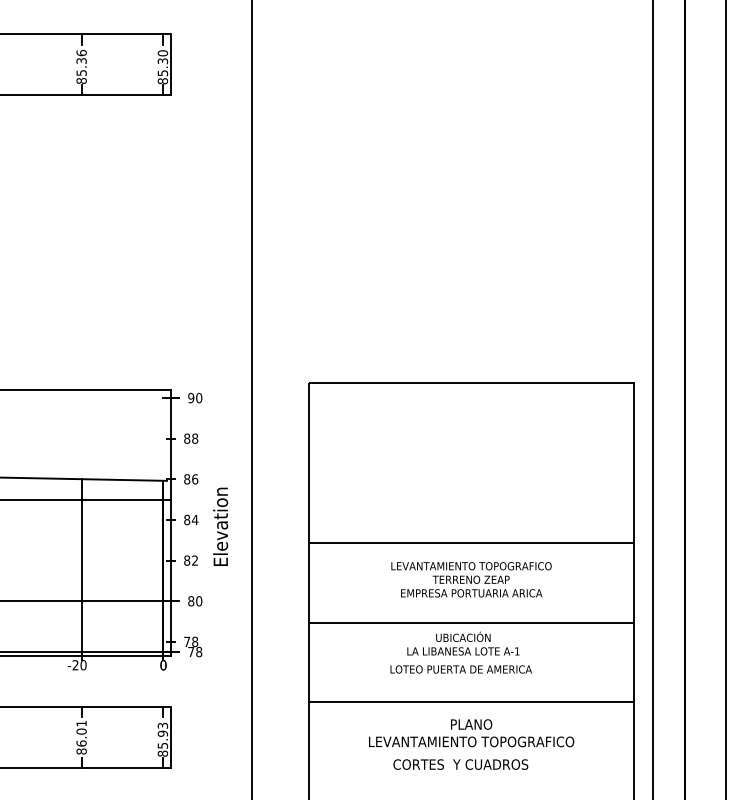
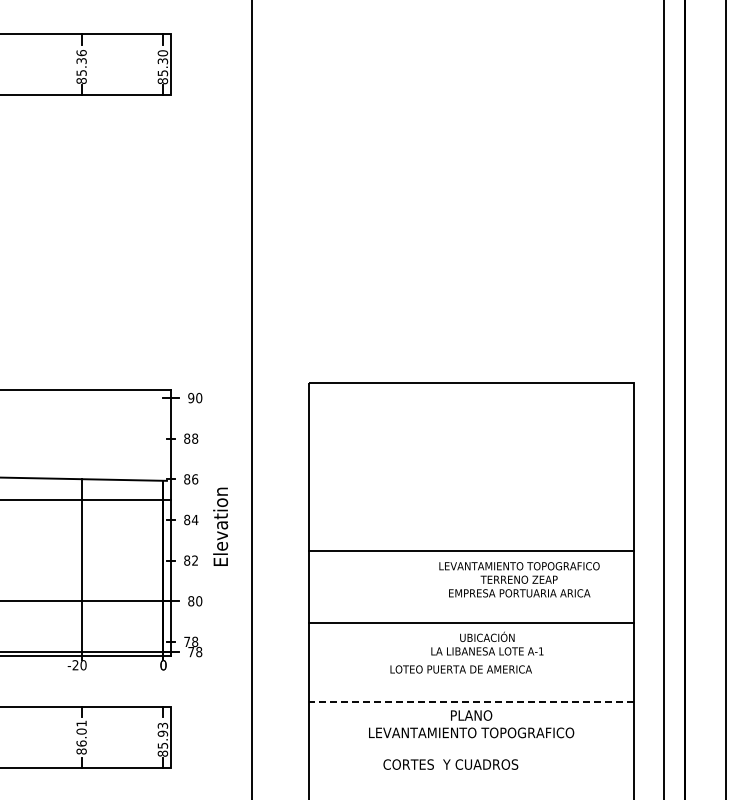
line at (652, 399) position: (652, 399) -> (663, 399)
line at (470, 542) position: (470, 542) -> (470, 550)
text at (471, 579) position: (471, 579) -> (519, 579)
text at (463, 643) position: (463, 643) -> (487, 643)
line at (471, 702): solid -> dashed
text at (471, 733) position: (471, 733) -> (471, 724)
text at (460, 764) position: (460, 764) -> (450, 764)
